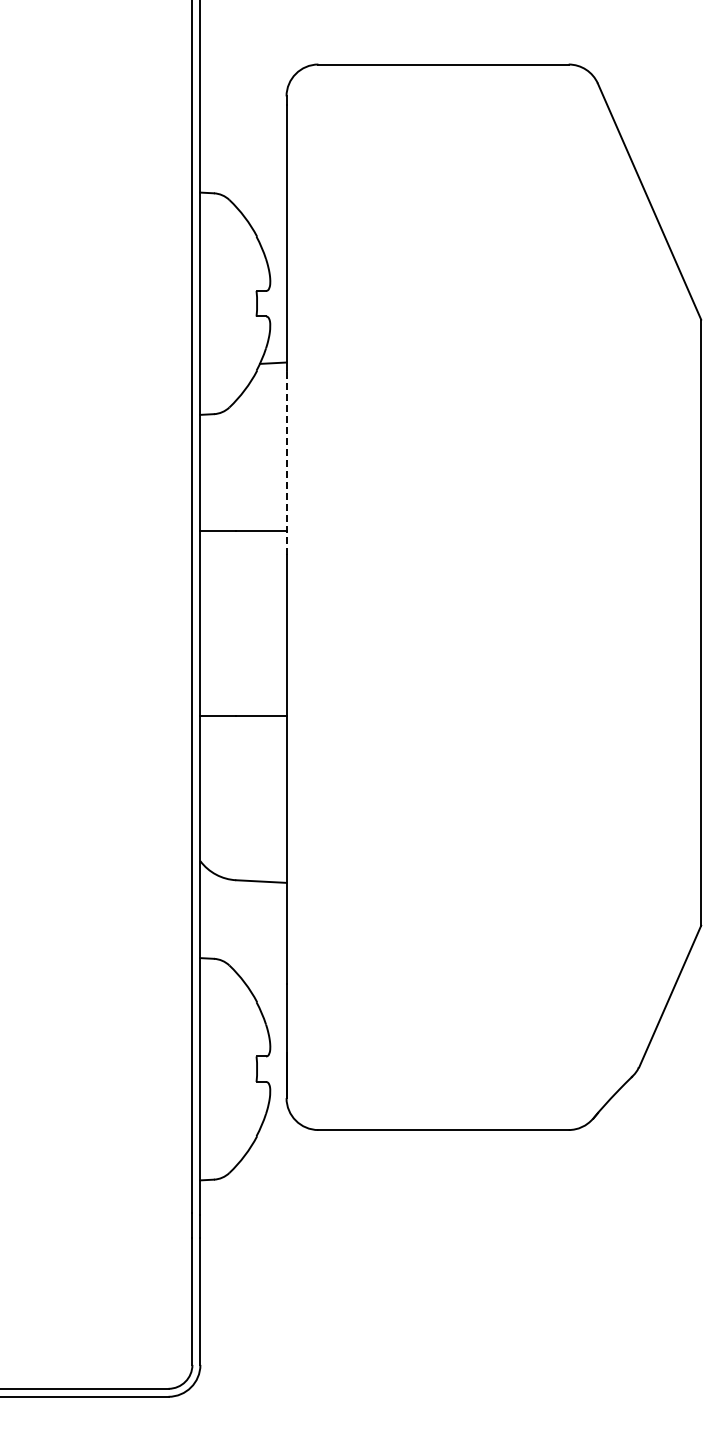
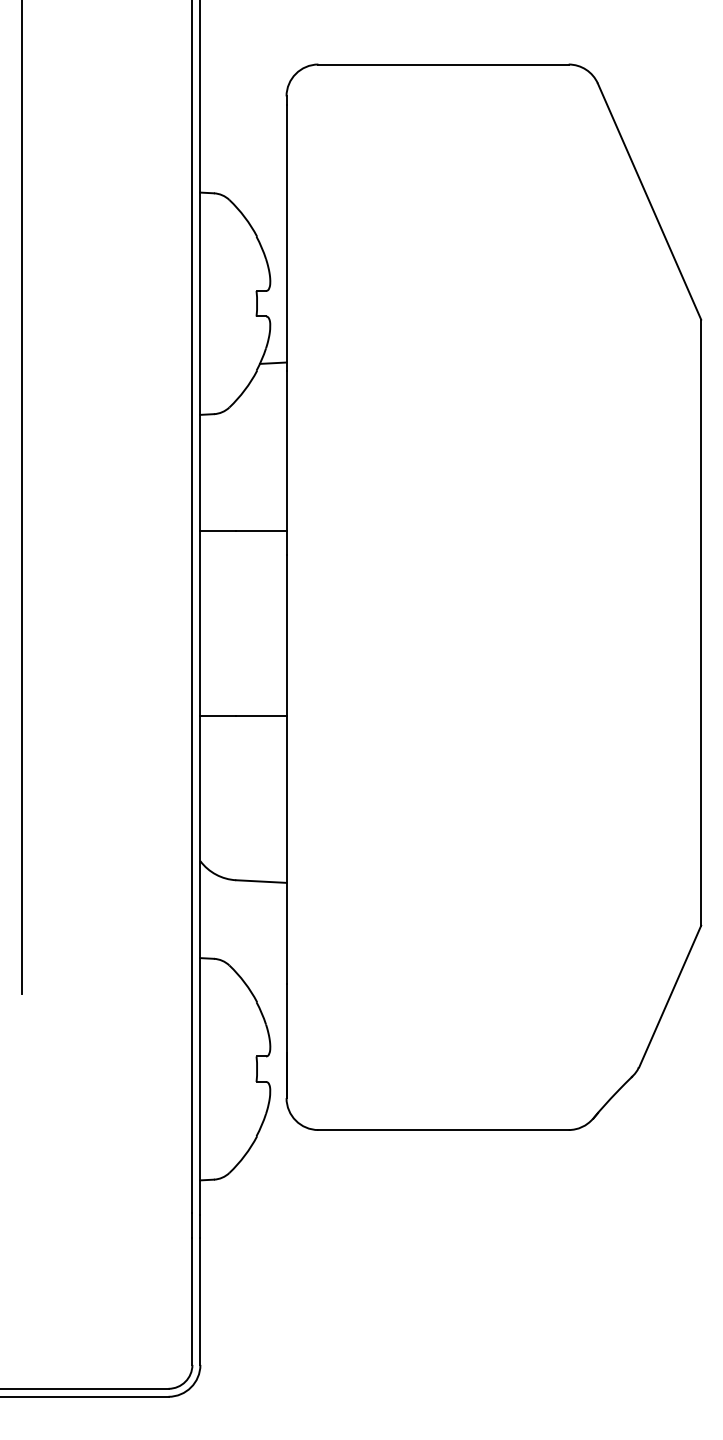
line at (286, 462): dashed -> solid
line at (21, 498): none -> present
